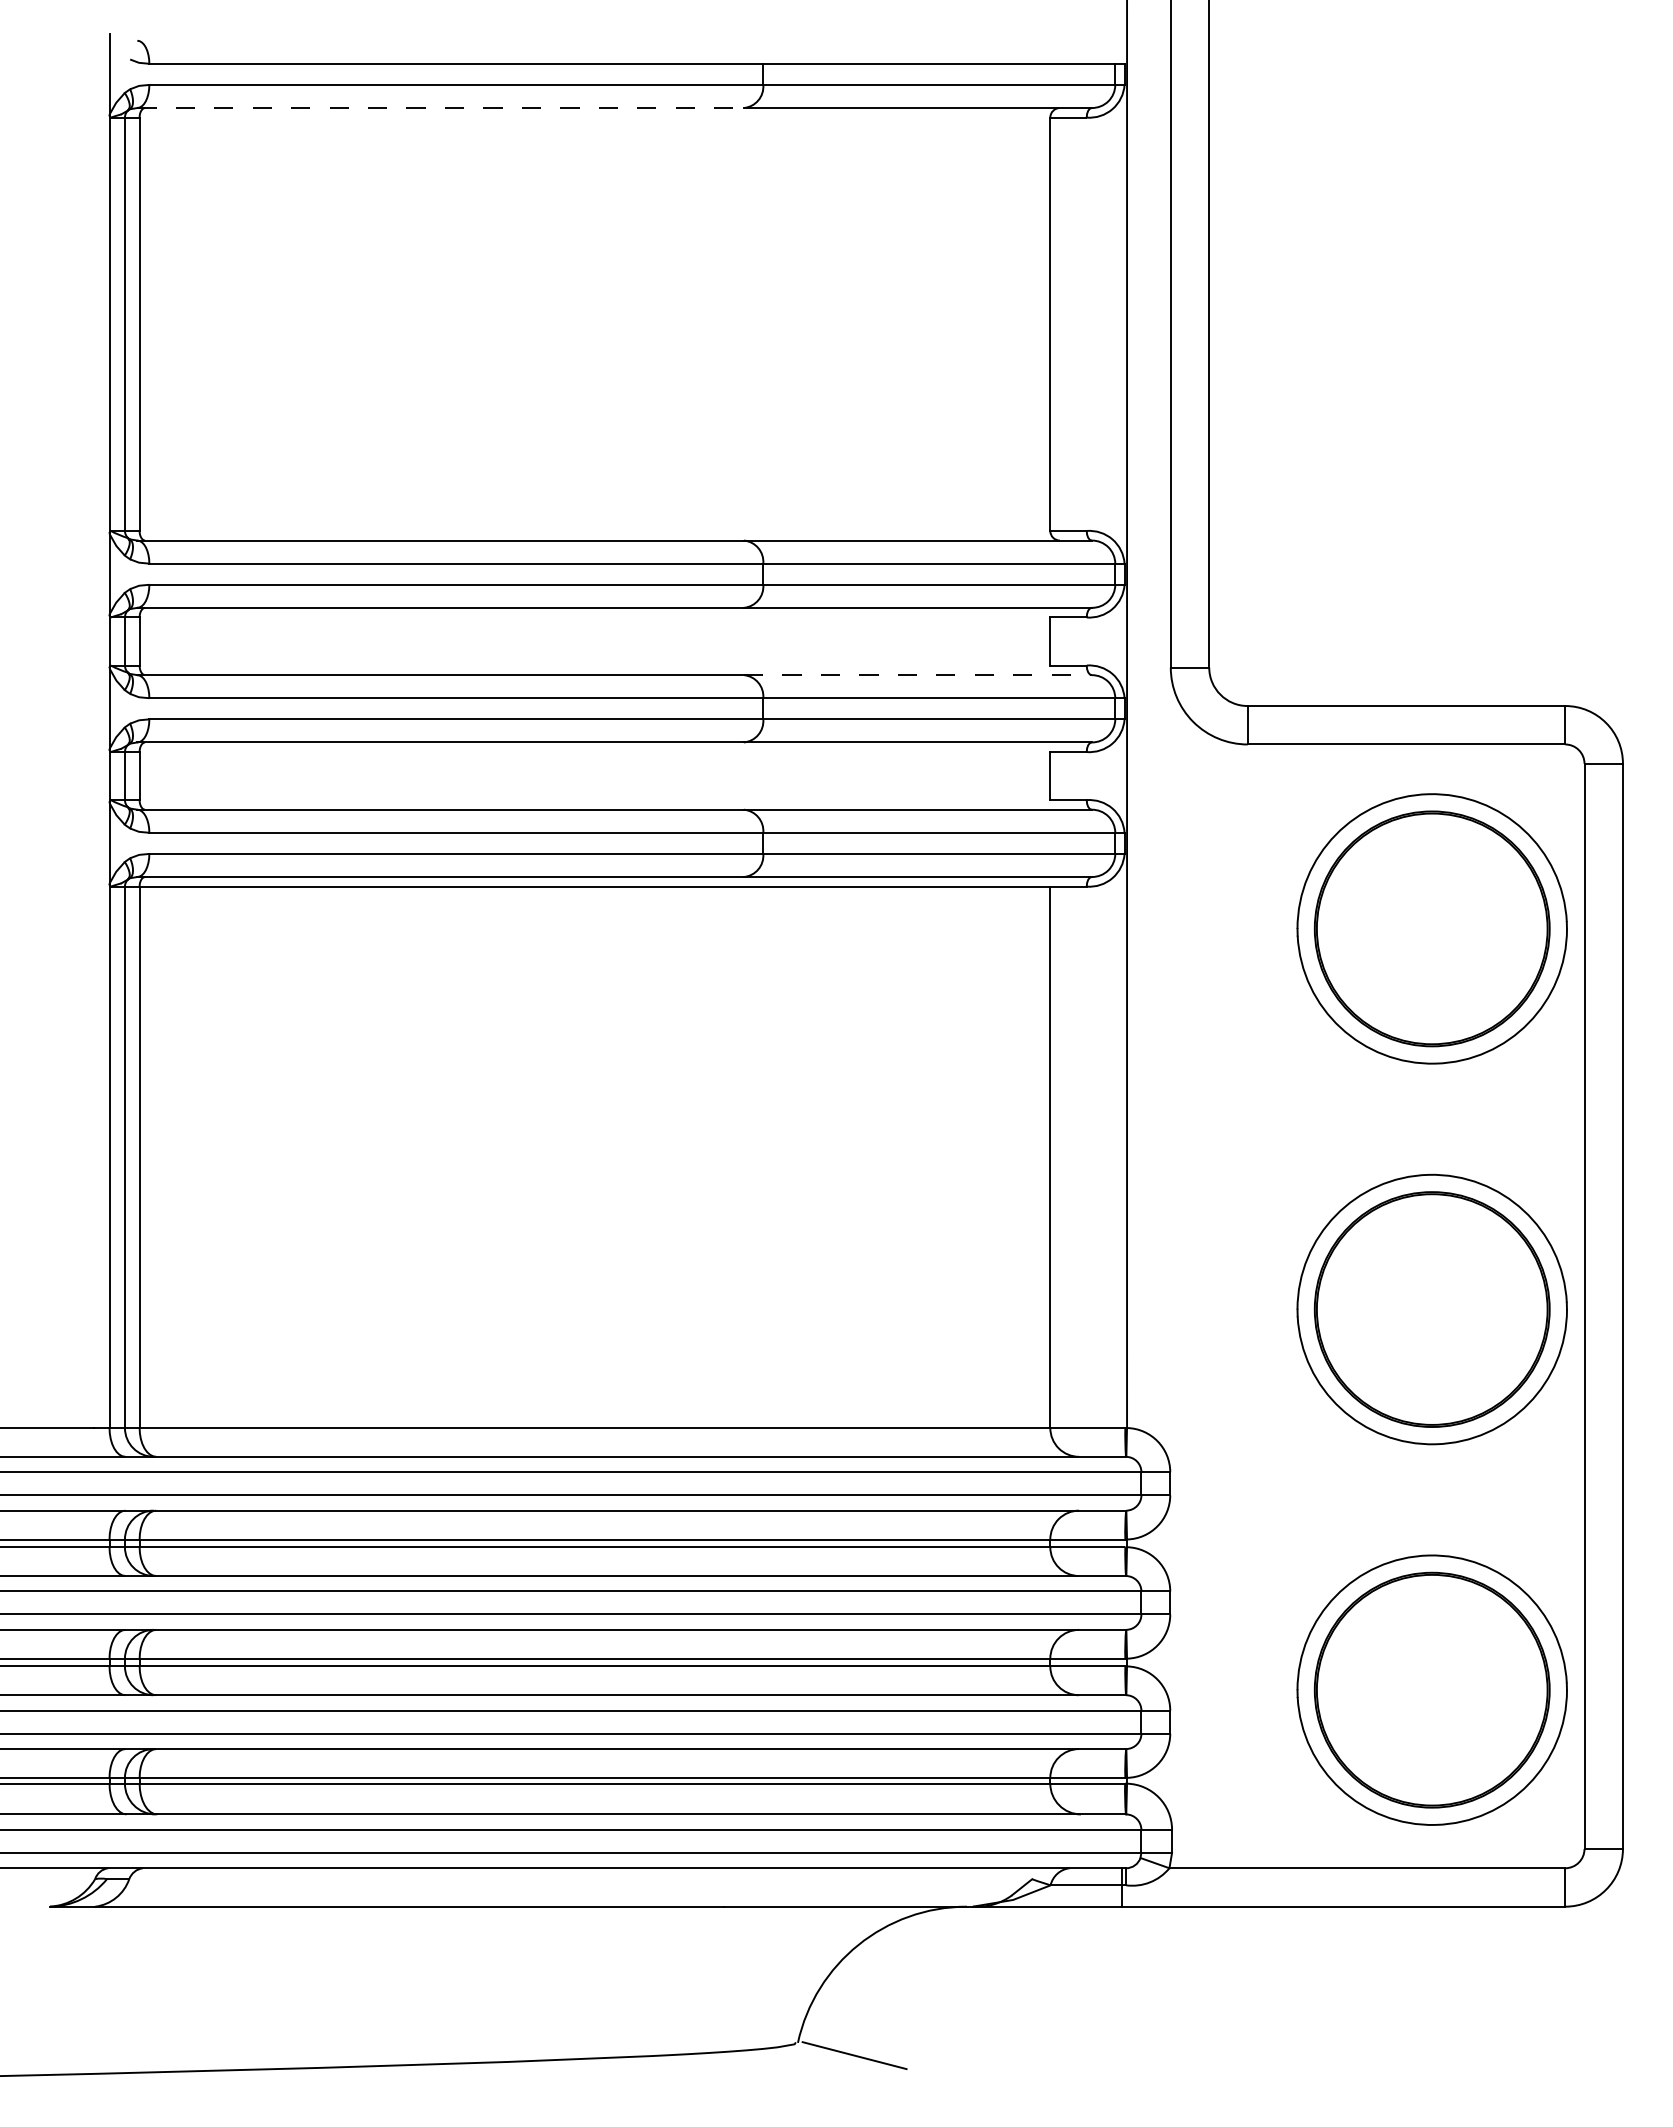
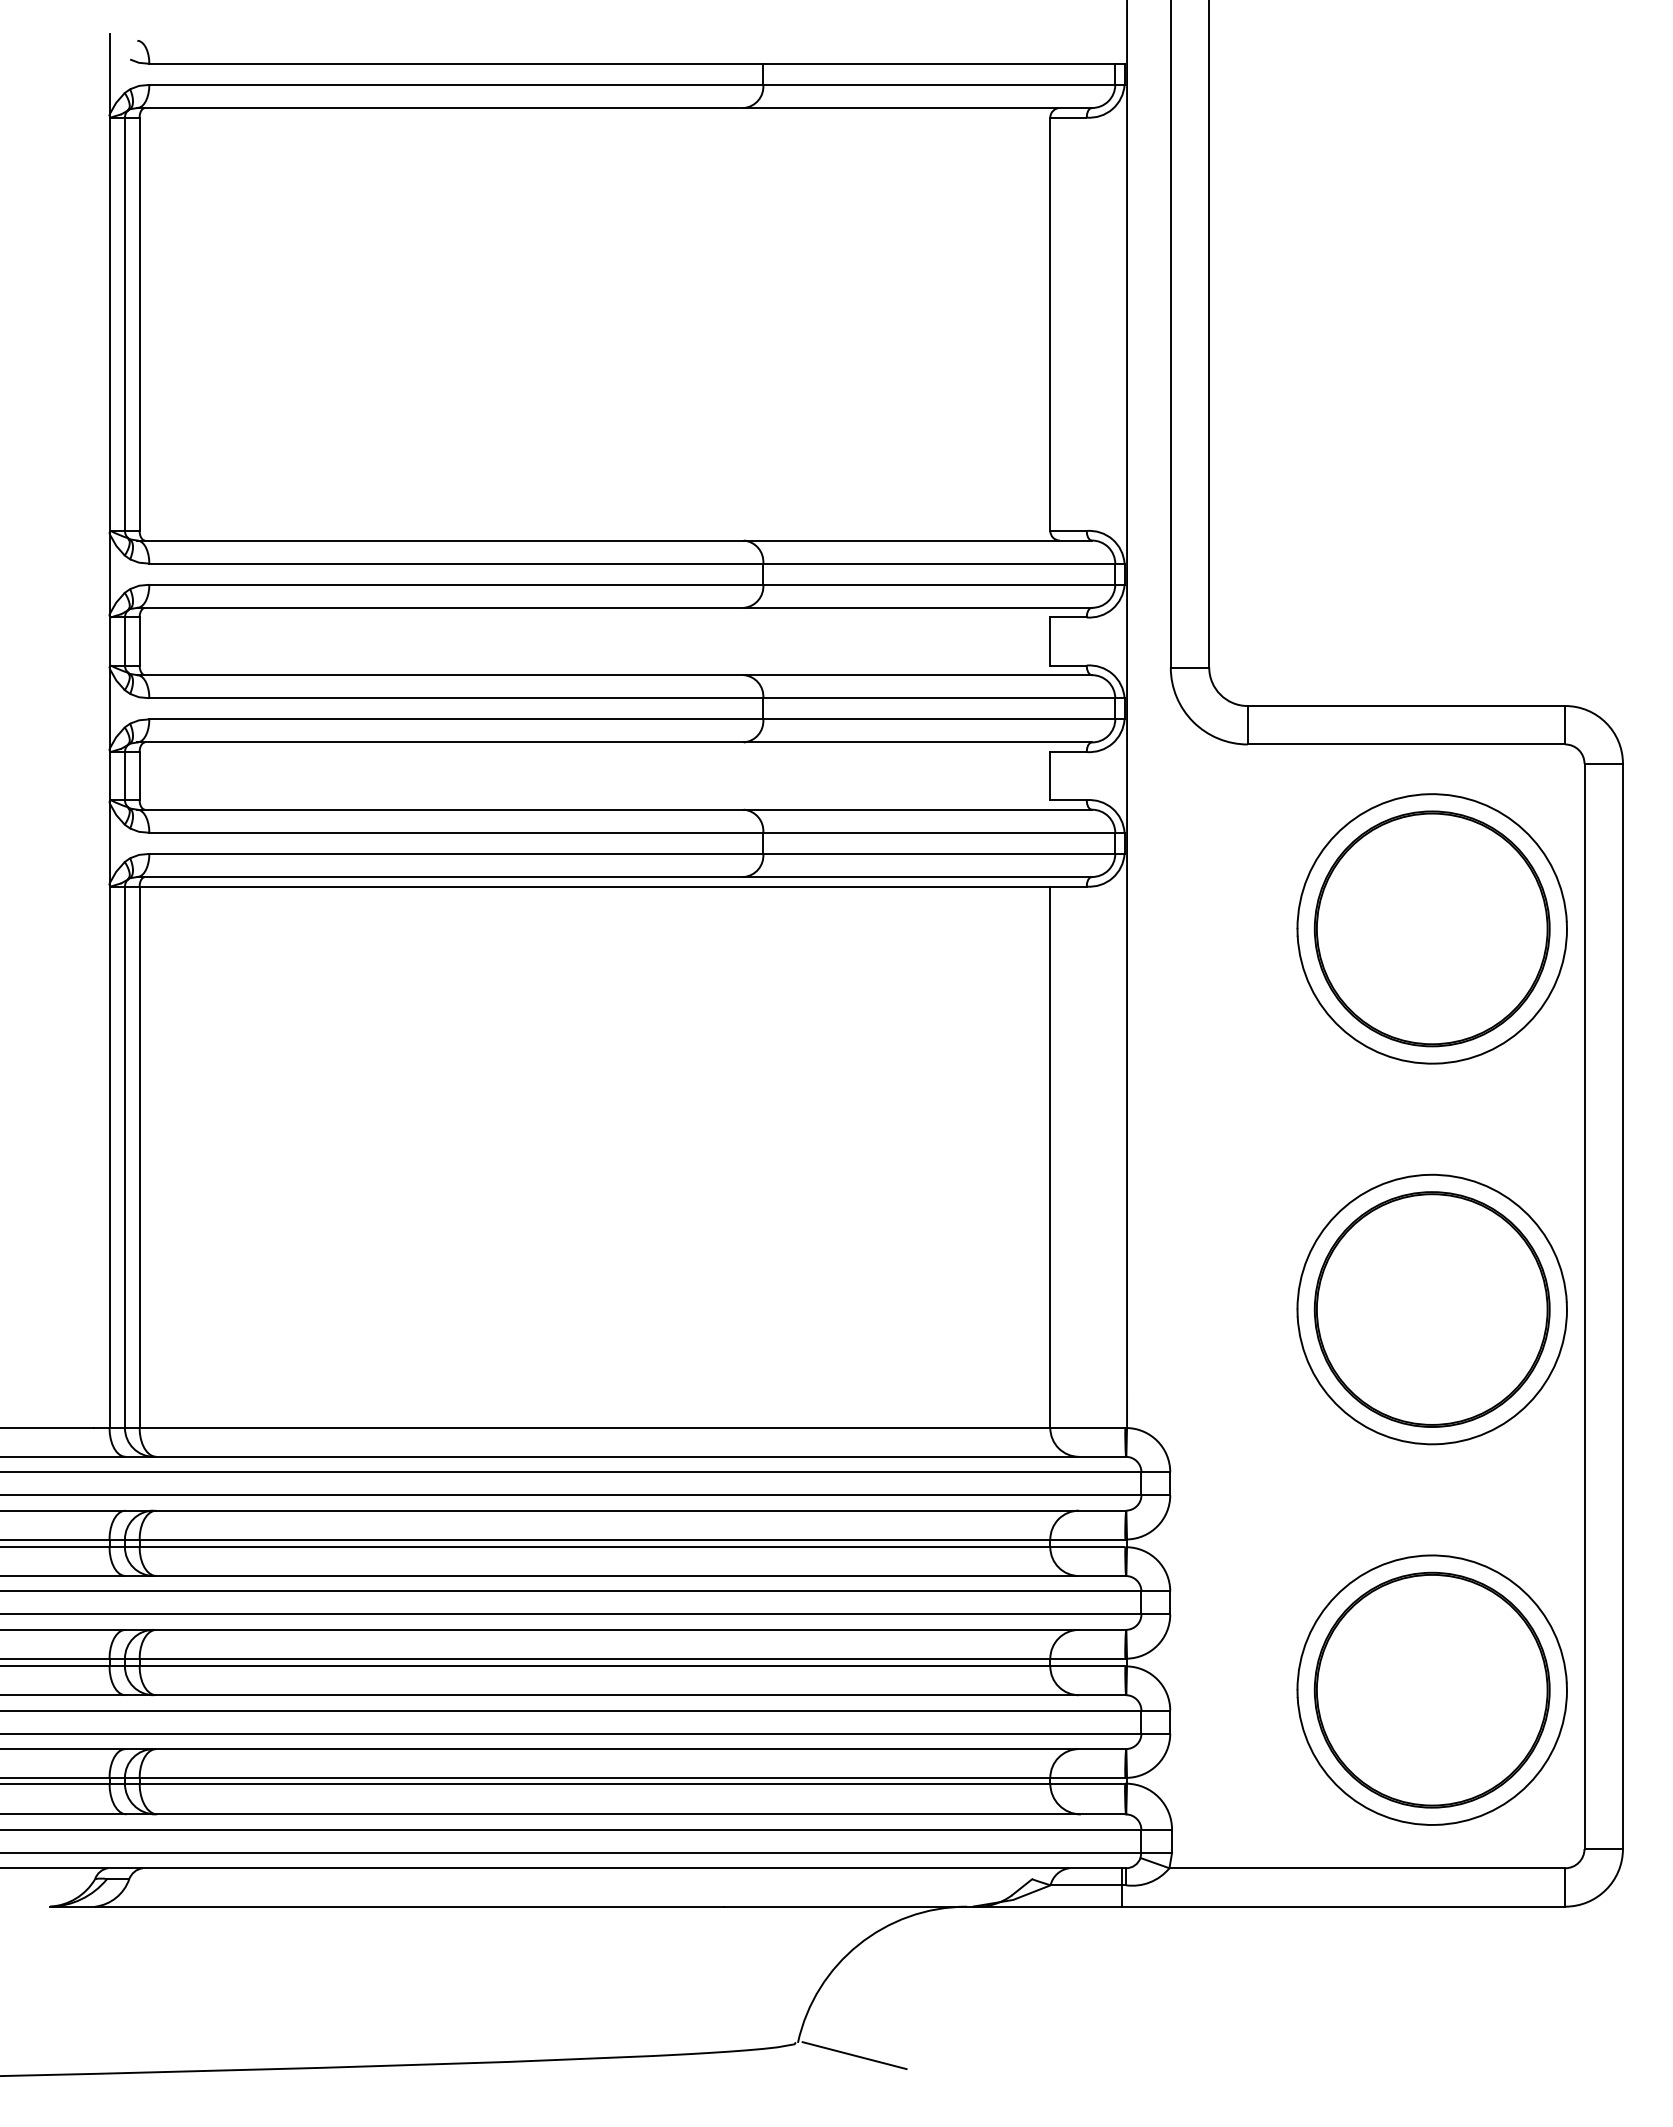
line at (441, 108): dashed -> solid
line at (917, 675): dashed -> solid
